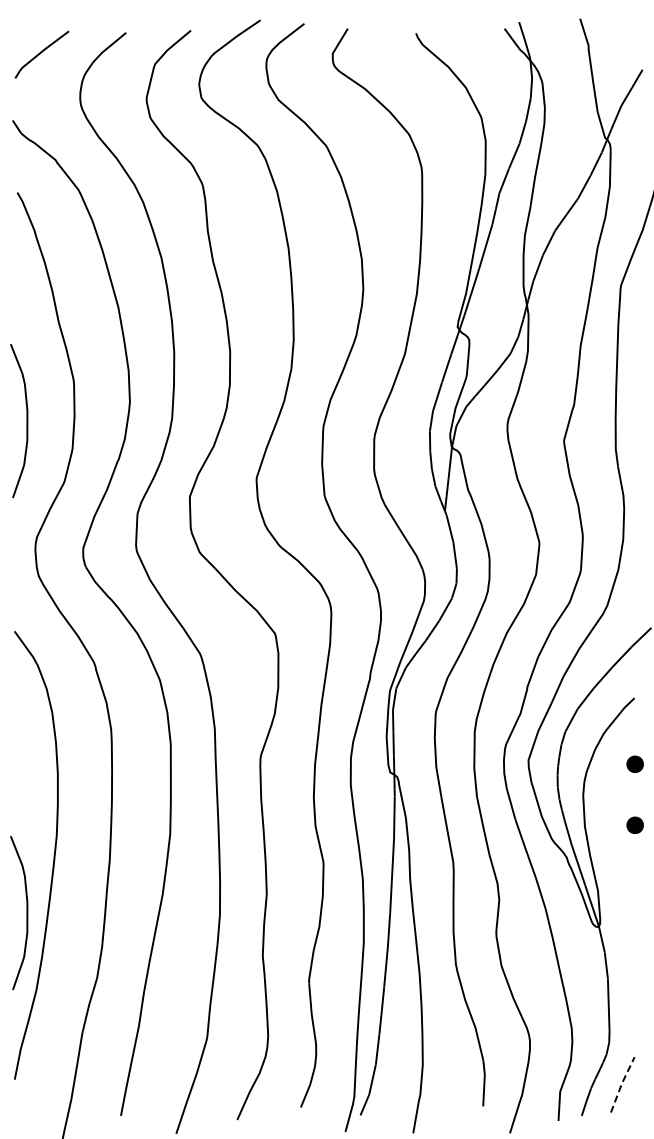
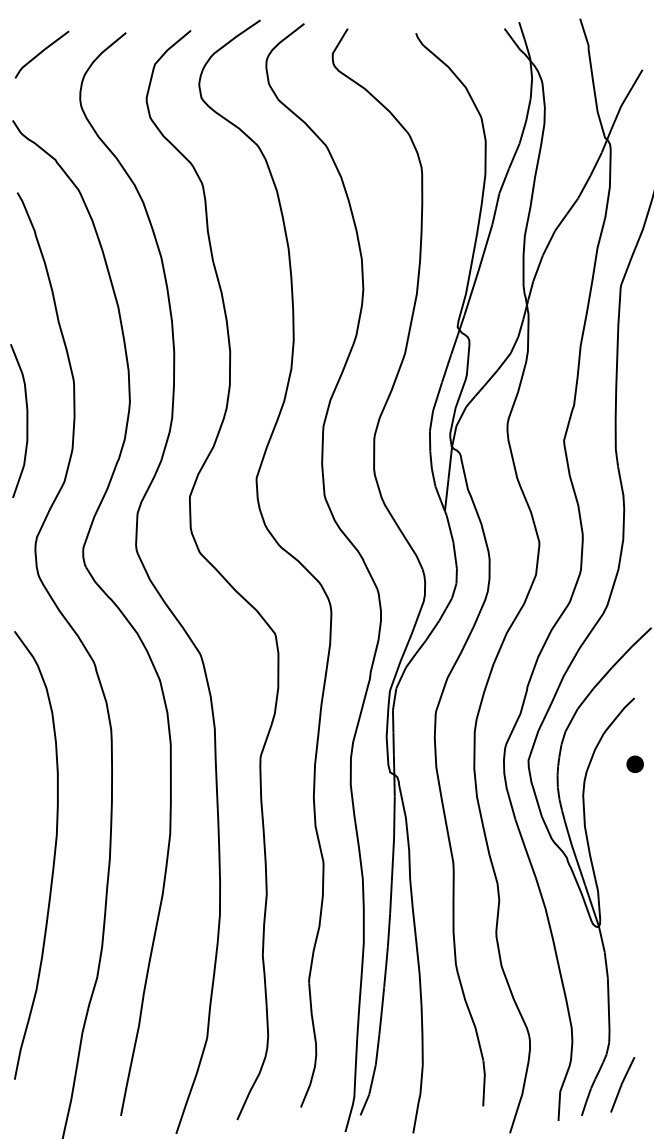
part at (634, 824): present -> none
curve at (26, 913): present -> none
line at (621, 1084): dashed -> solid
